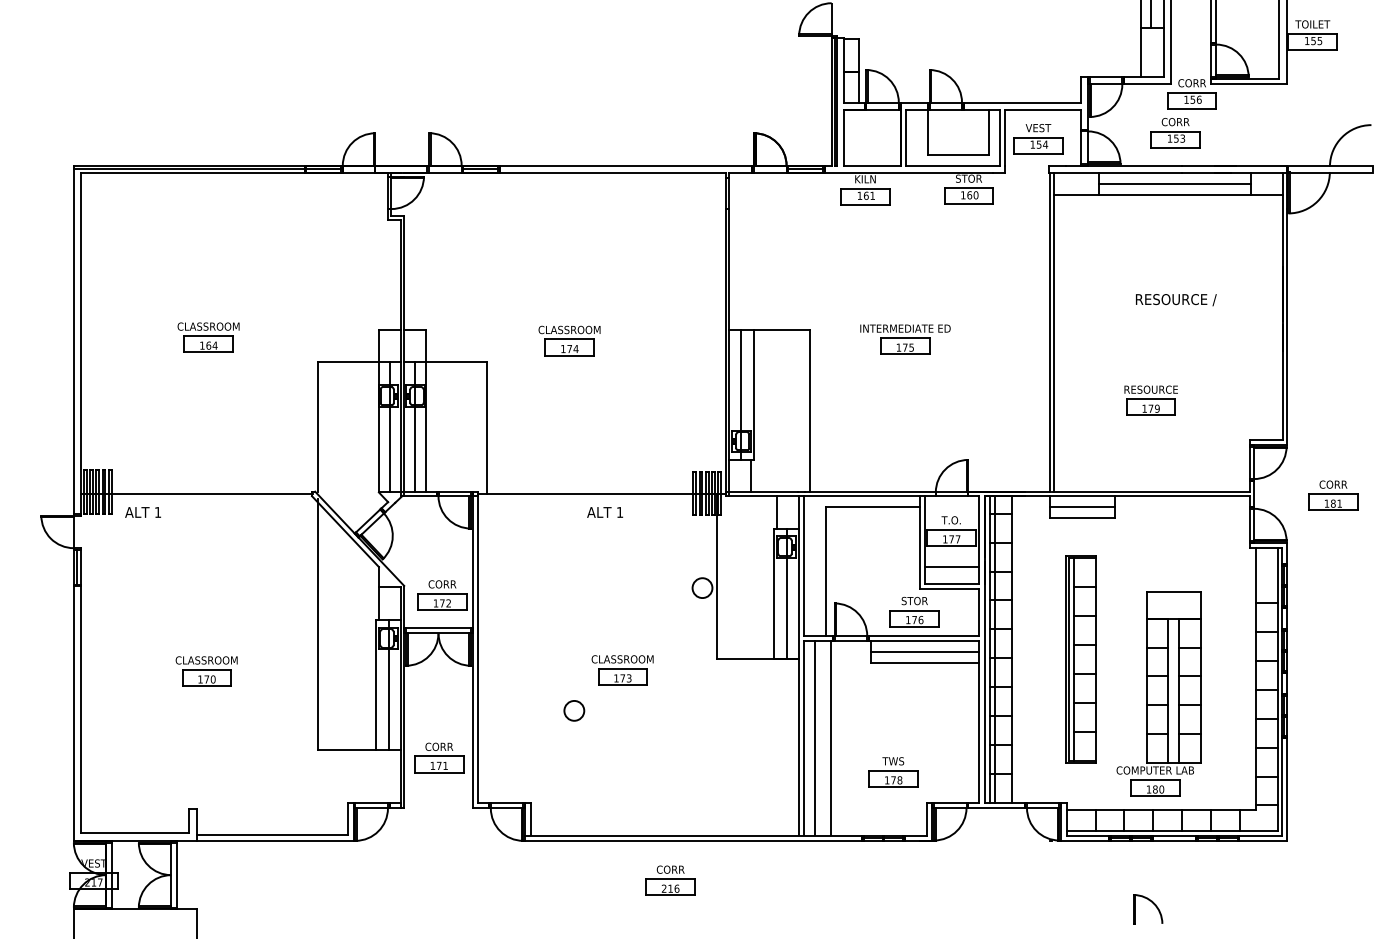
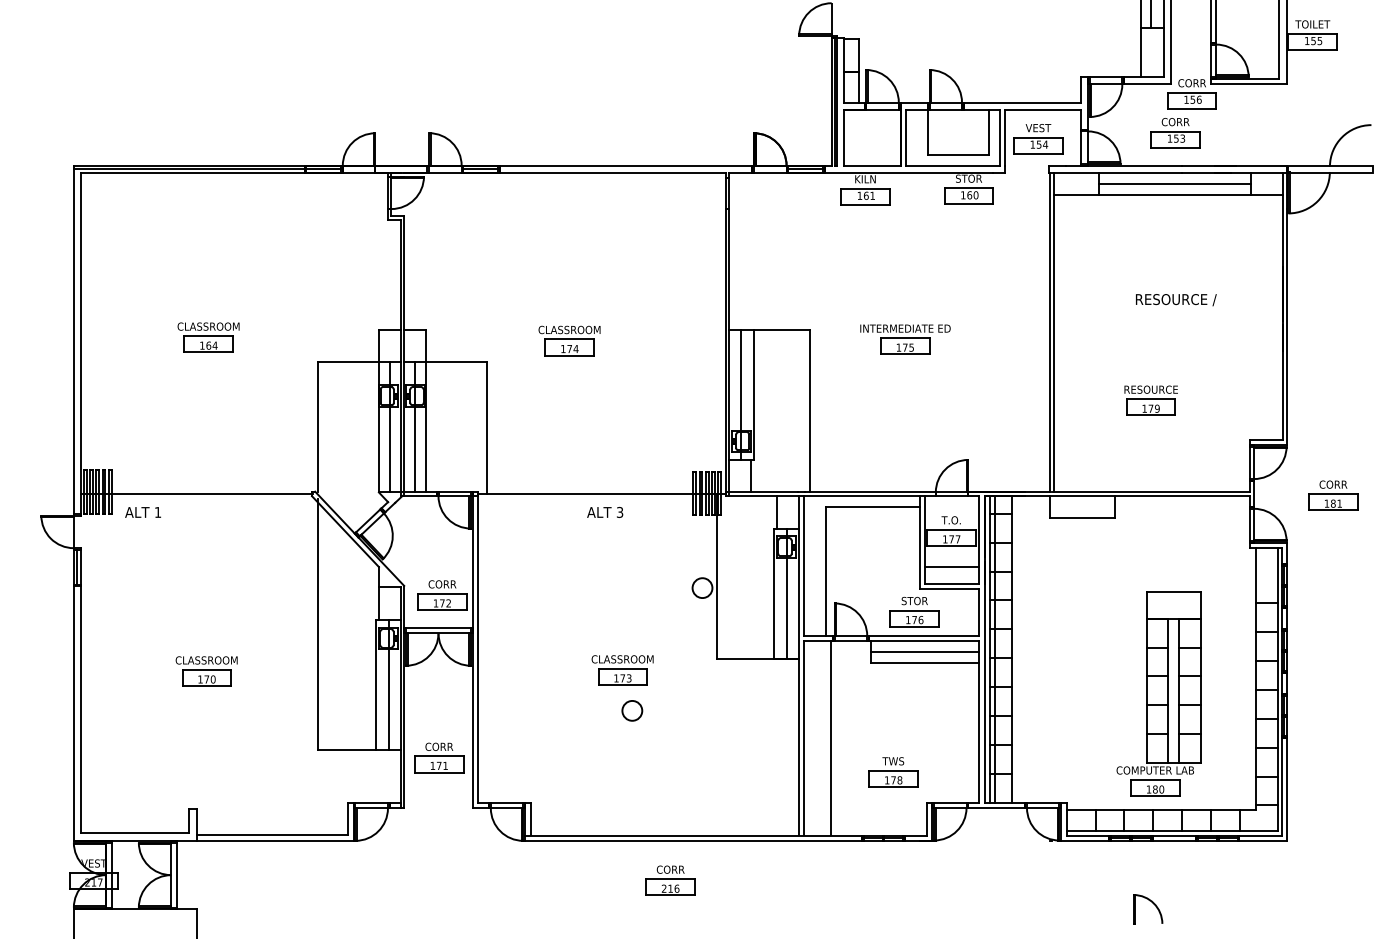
line at (1081, 506): present -> none
text at (619, 511): 1 -> 3
part at (1080, 659): present -> none
circle at (574, 710) position: (574, 710) -> (632, 710)
line at (814, 738): present -> none
